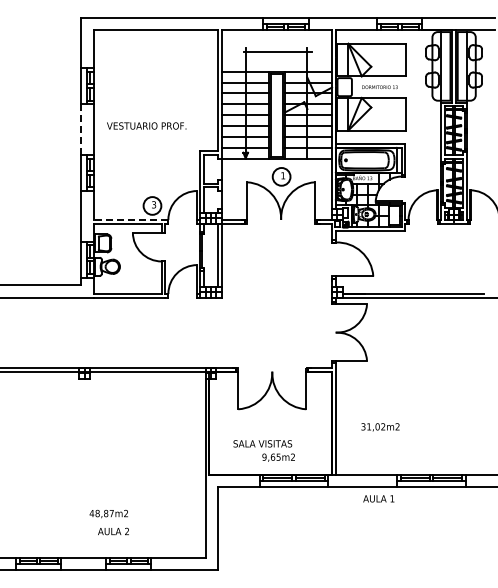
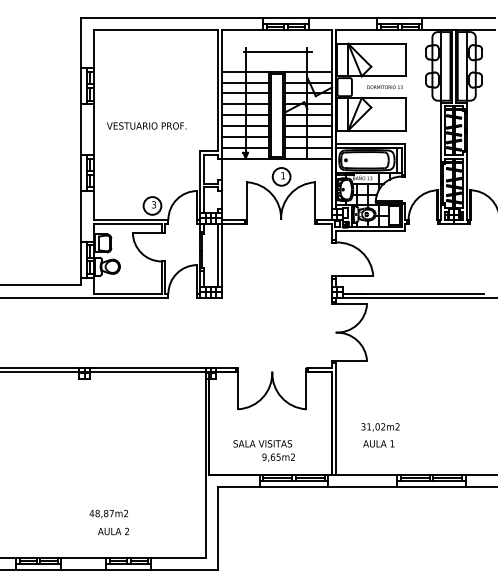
text at (379, 87) position: (379, 87) -> (384, 87)
line at (80, 129): dashed -> solid
line at (130, 219): dashed -> solid
text at (378, 498) position: (378, 498) -> (378, 443)
